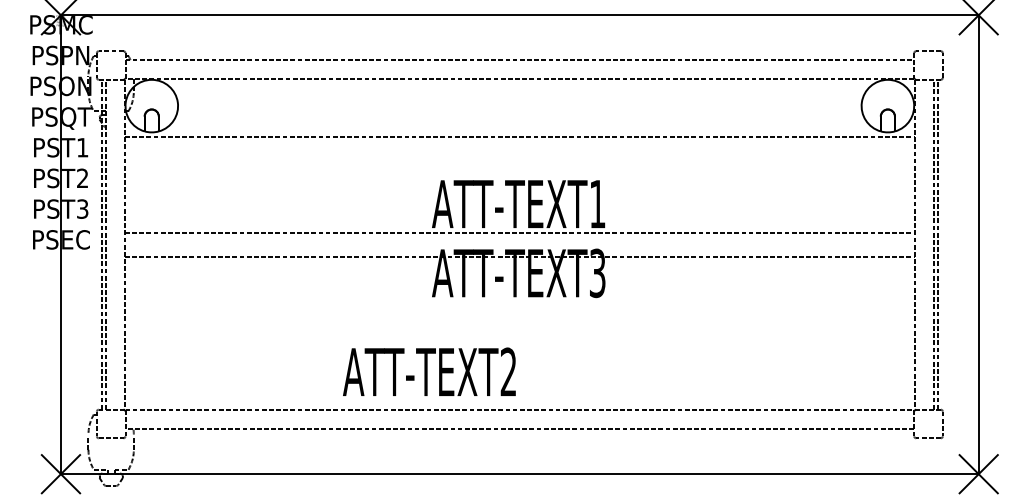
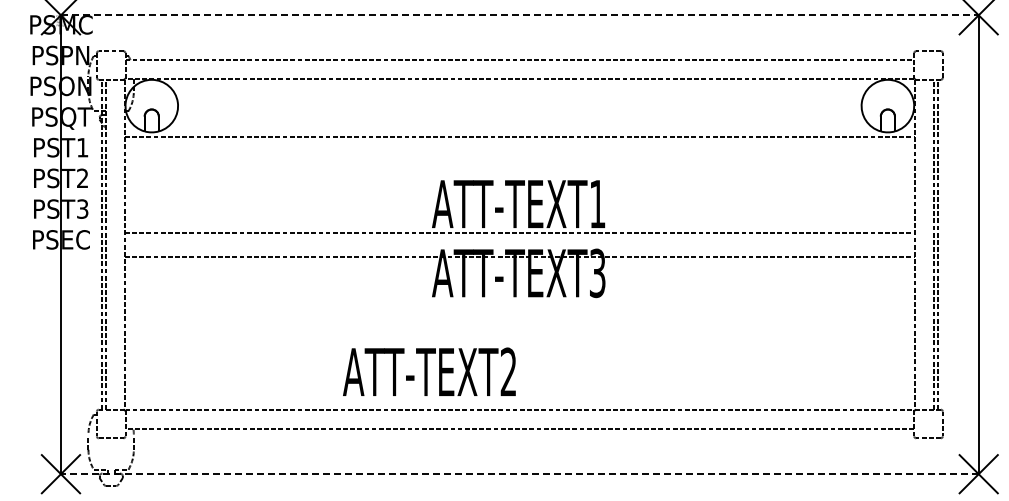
line at (519, 15): solid -> dashed
line at (519, 474): solid -> dashed
